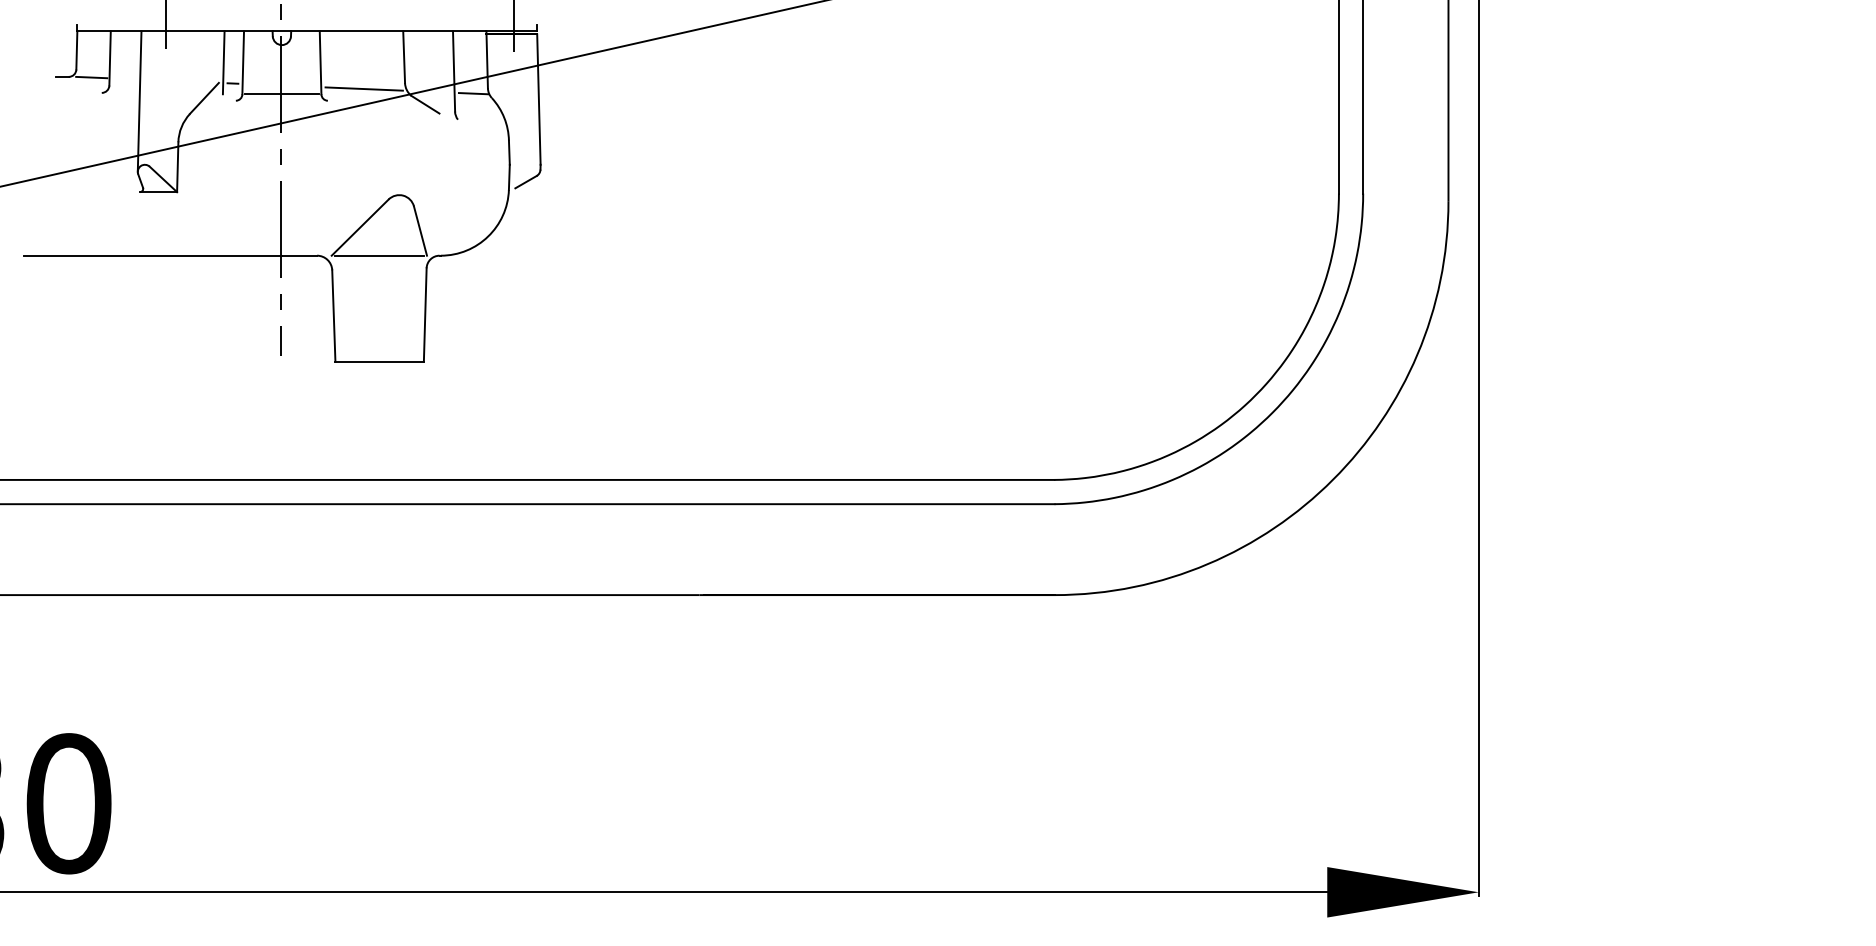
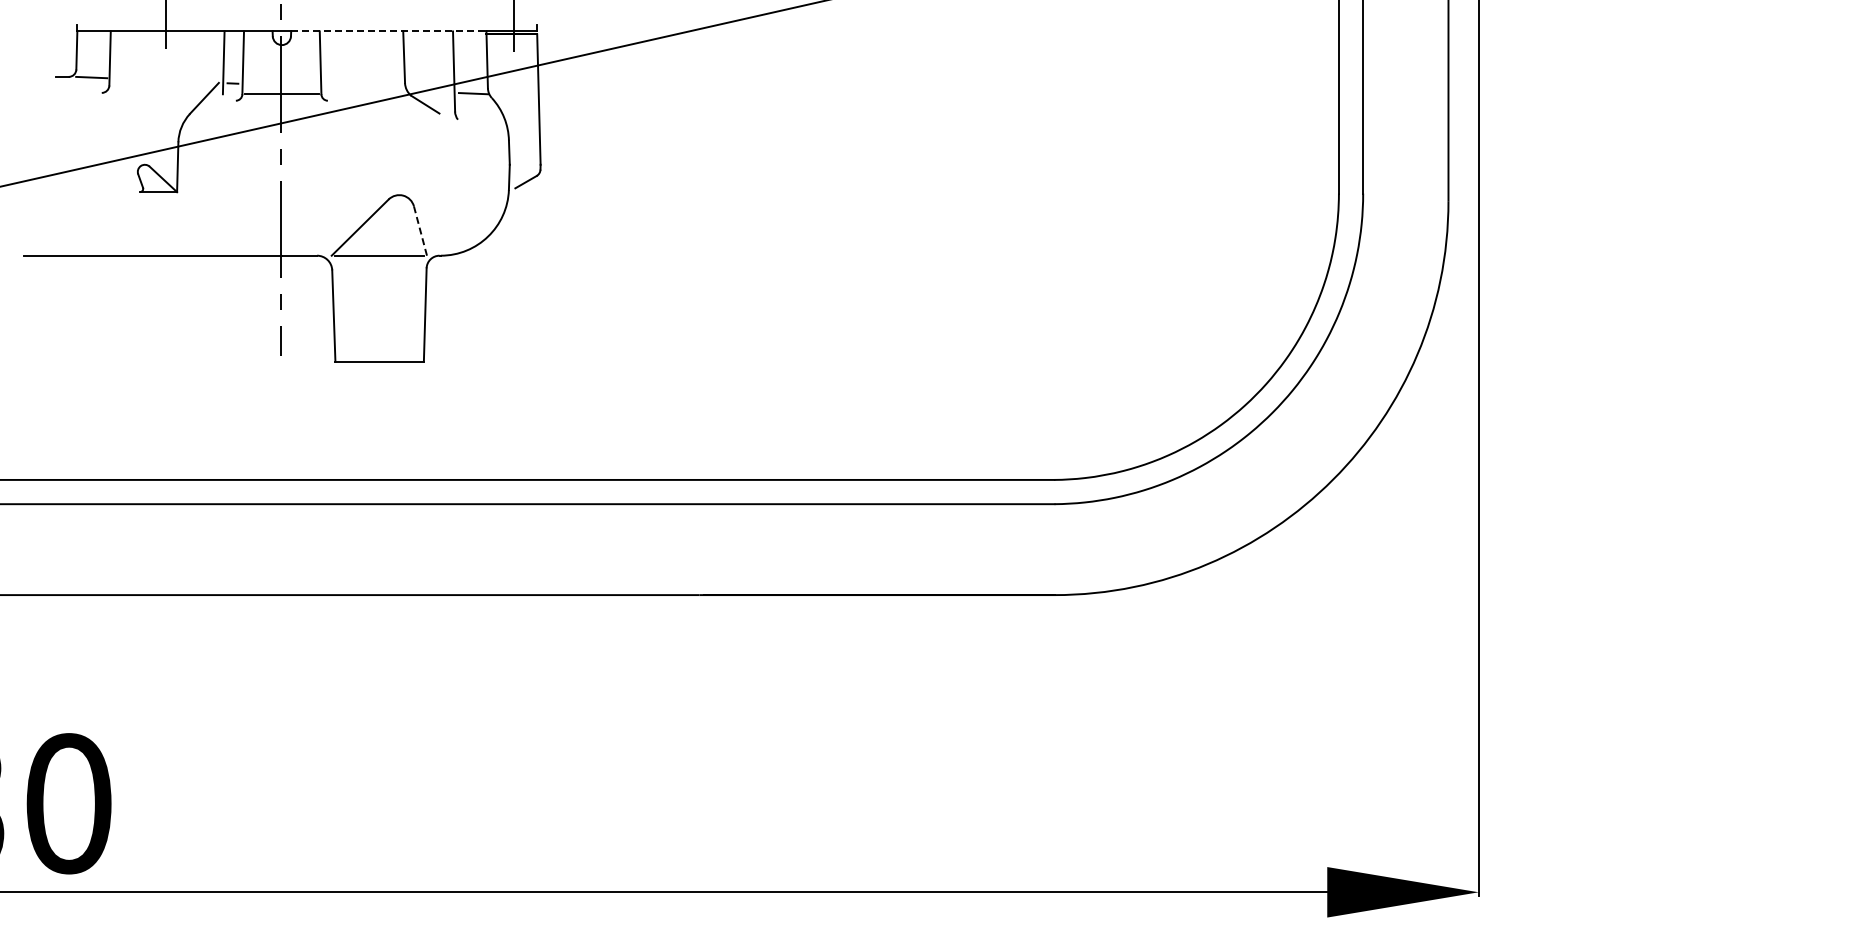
line at (388, 31): solid -> dashed
line at (363, 88): present -> none
line at (139, 101): present -> none
line at (420, 230): solid -> dashed
